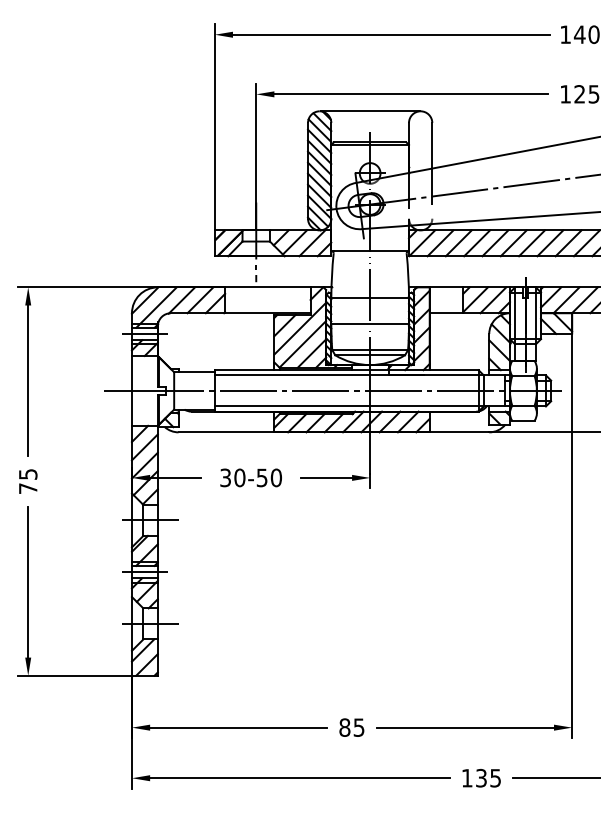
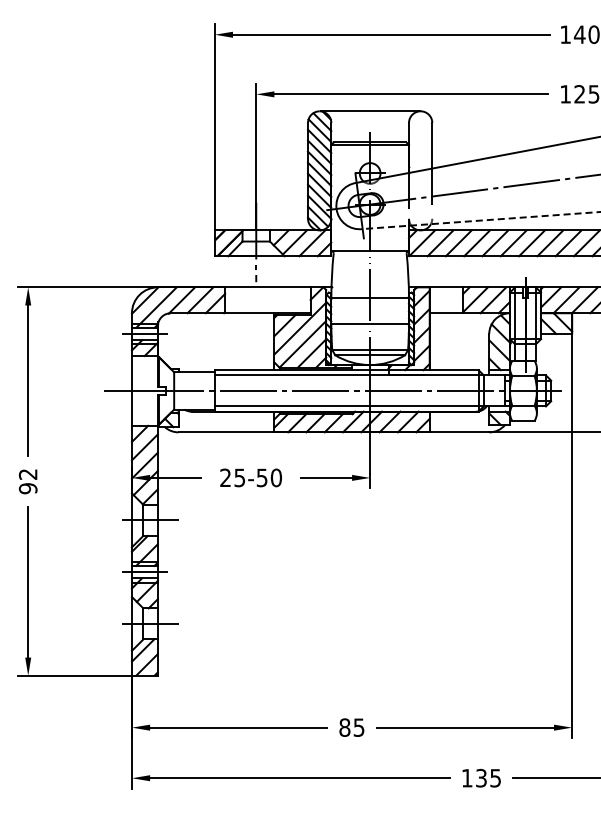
line at (481, 220): solid -> dashed
text at (232, 477): 30-50 -> 25-50
text at (27, 481): 75 -> 92
